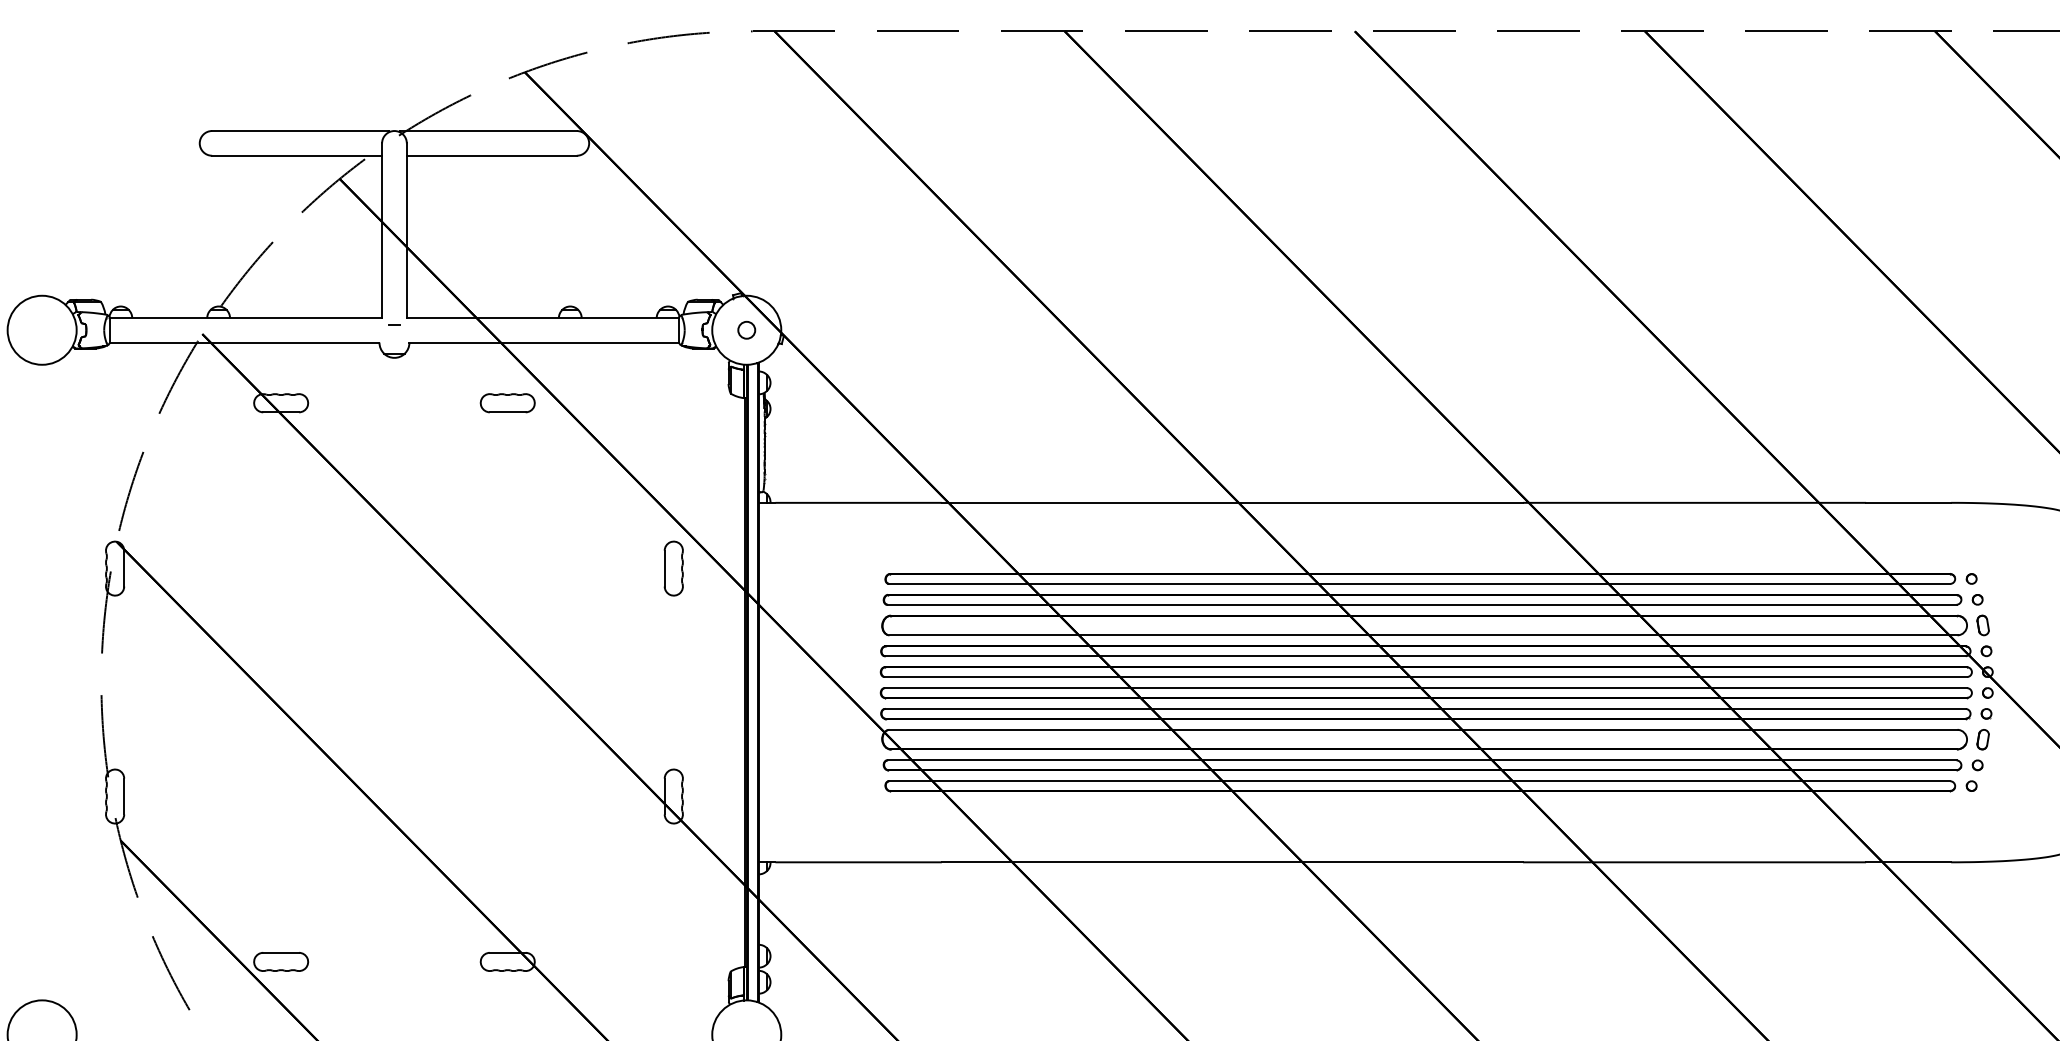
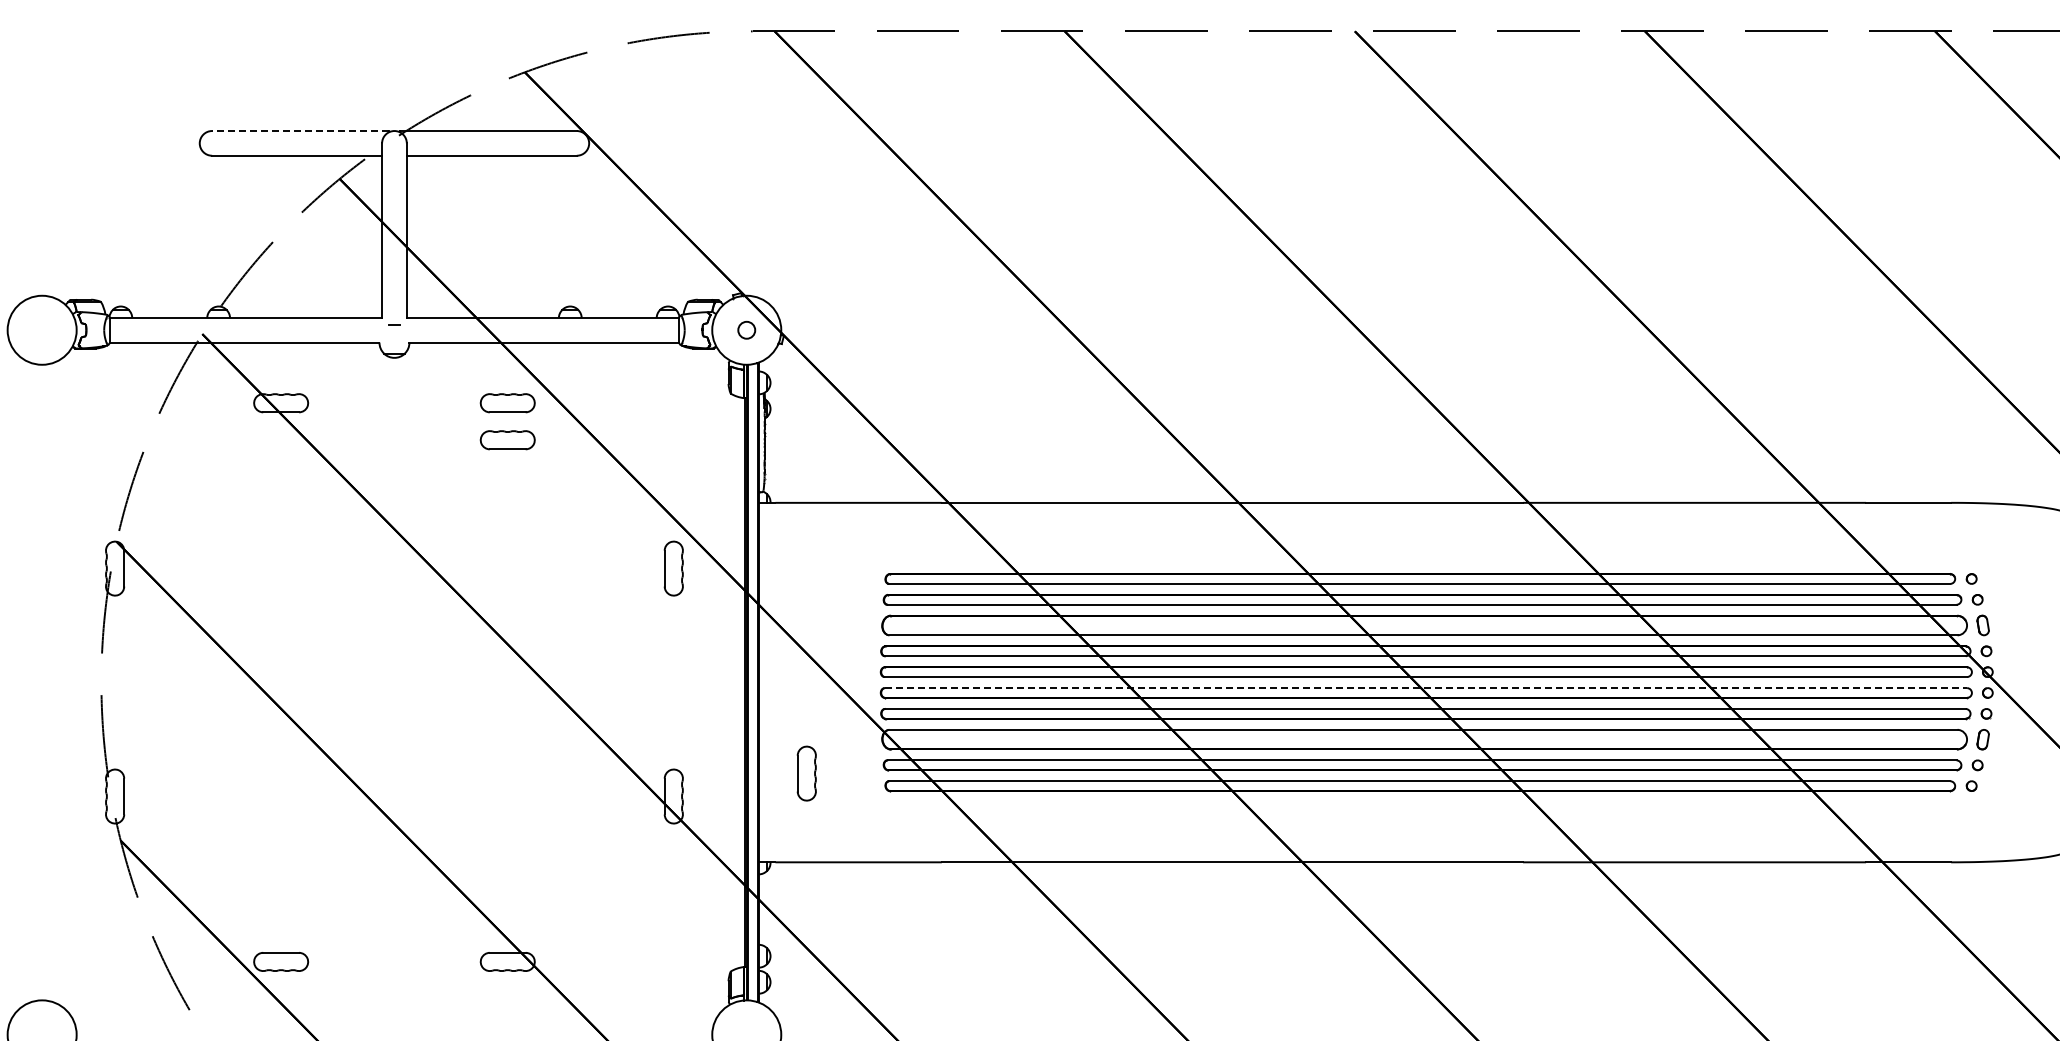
line at (300, 131): solid -> dashed
part at (507, 440): none -> present
line at (1426, 688): solid -> dashed
part at (806, 773): none -> present
